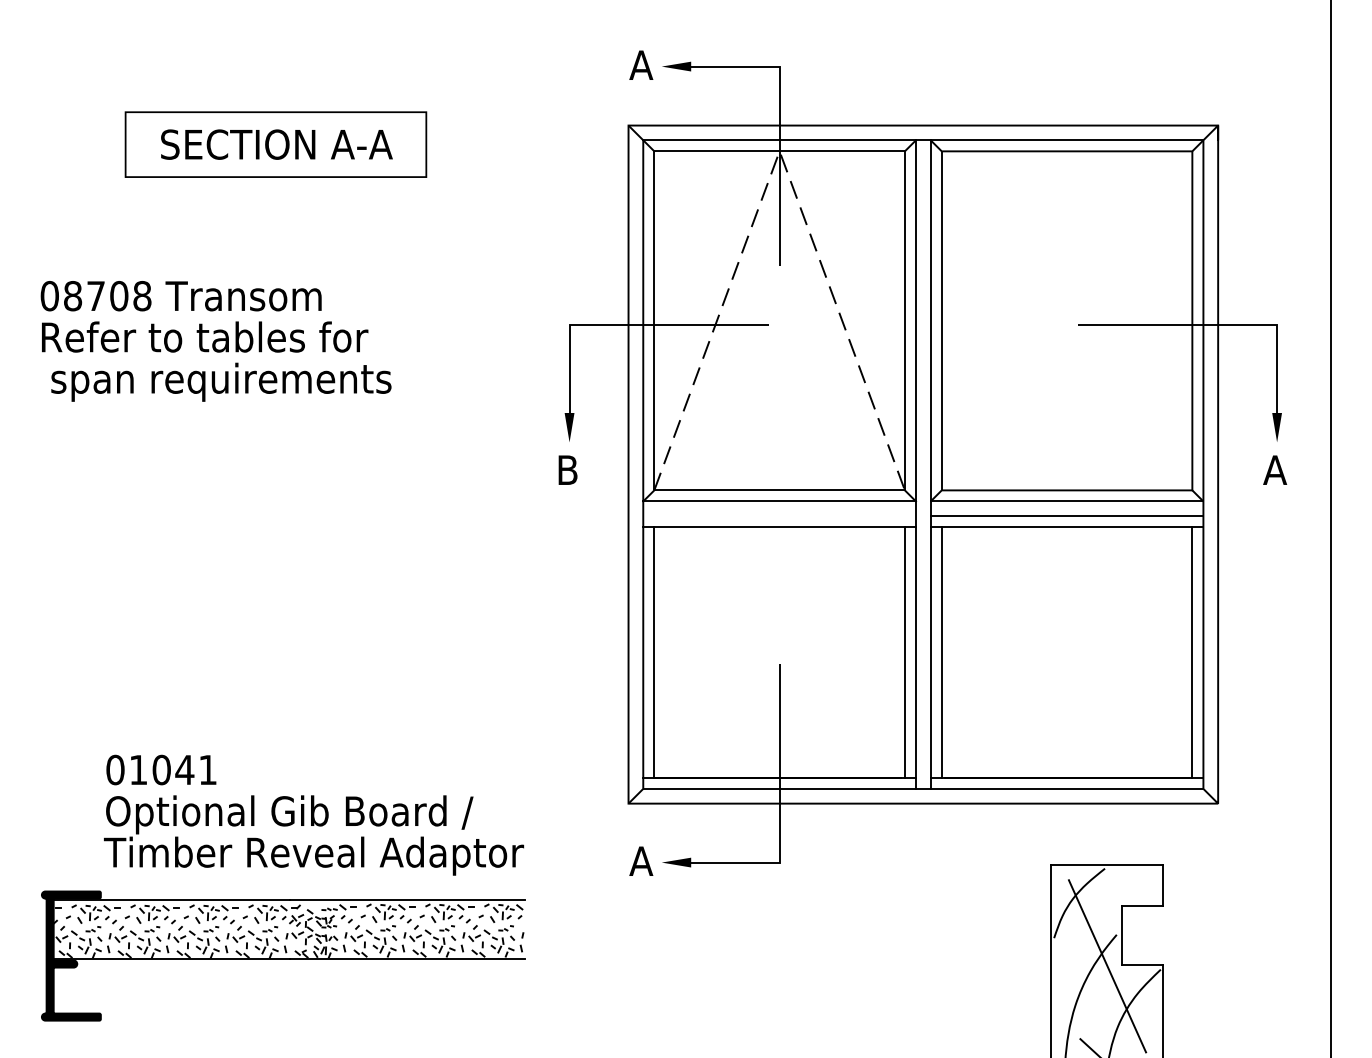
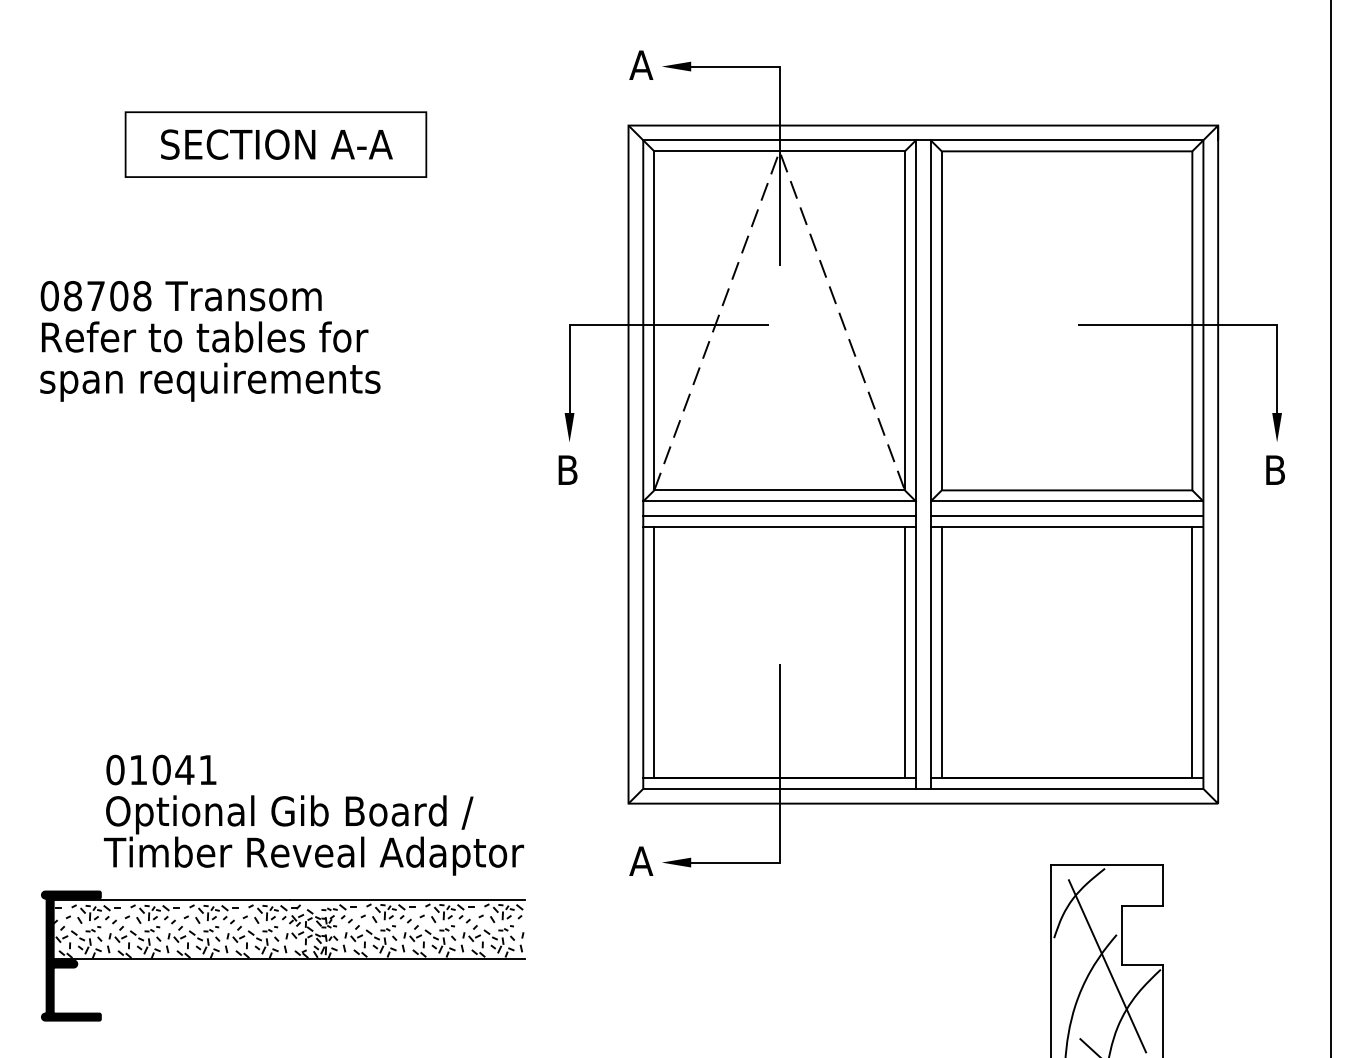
text at (221, 381) position: (221, 381) -> (210, 381)
text at (1275, 469): A -> B
line at (779, 516): none -> present
